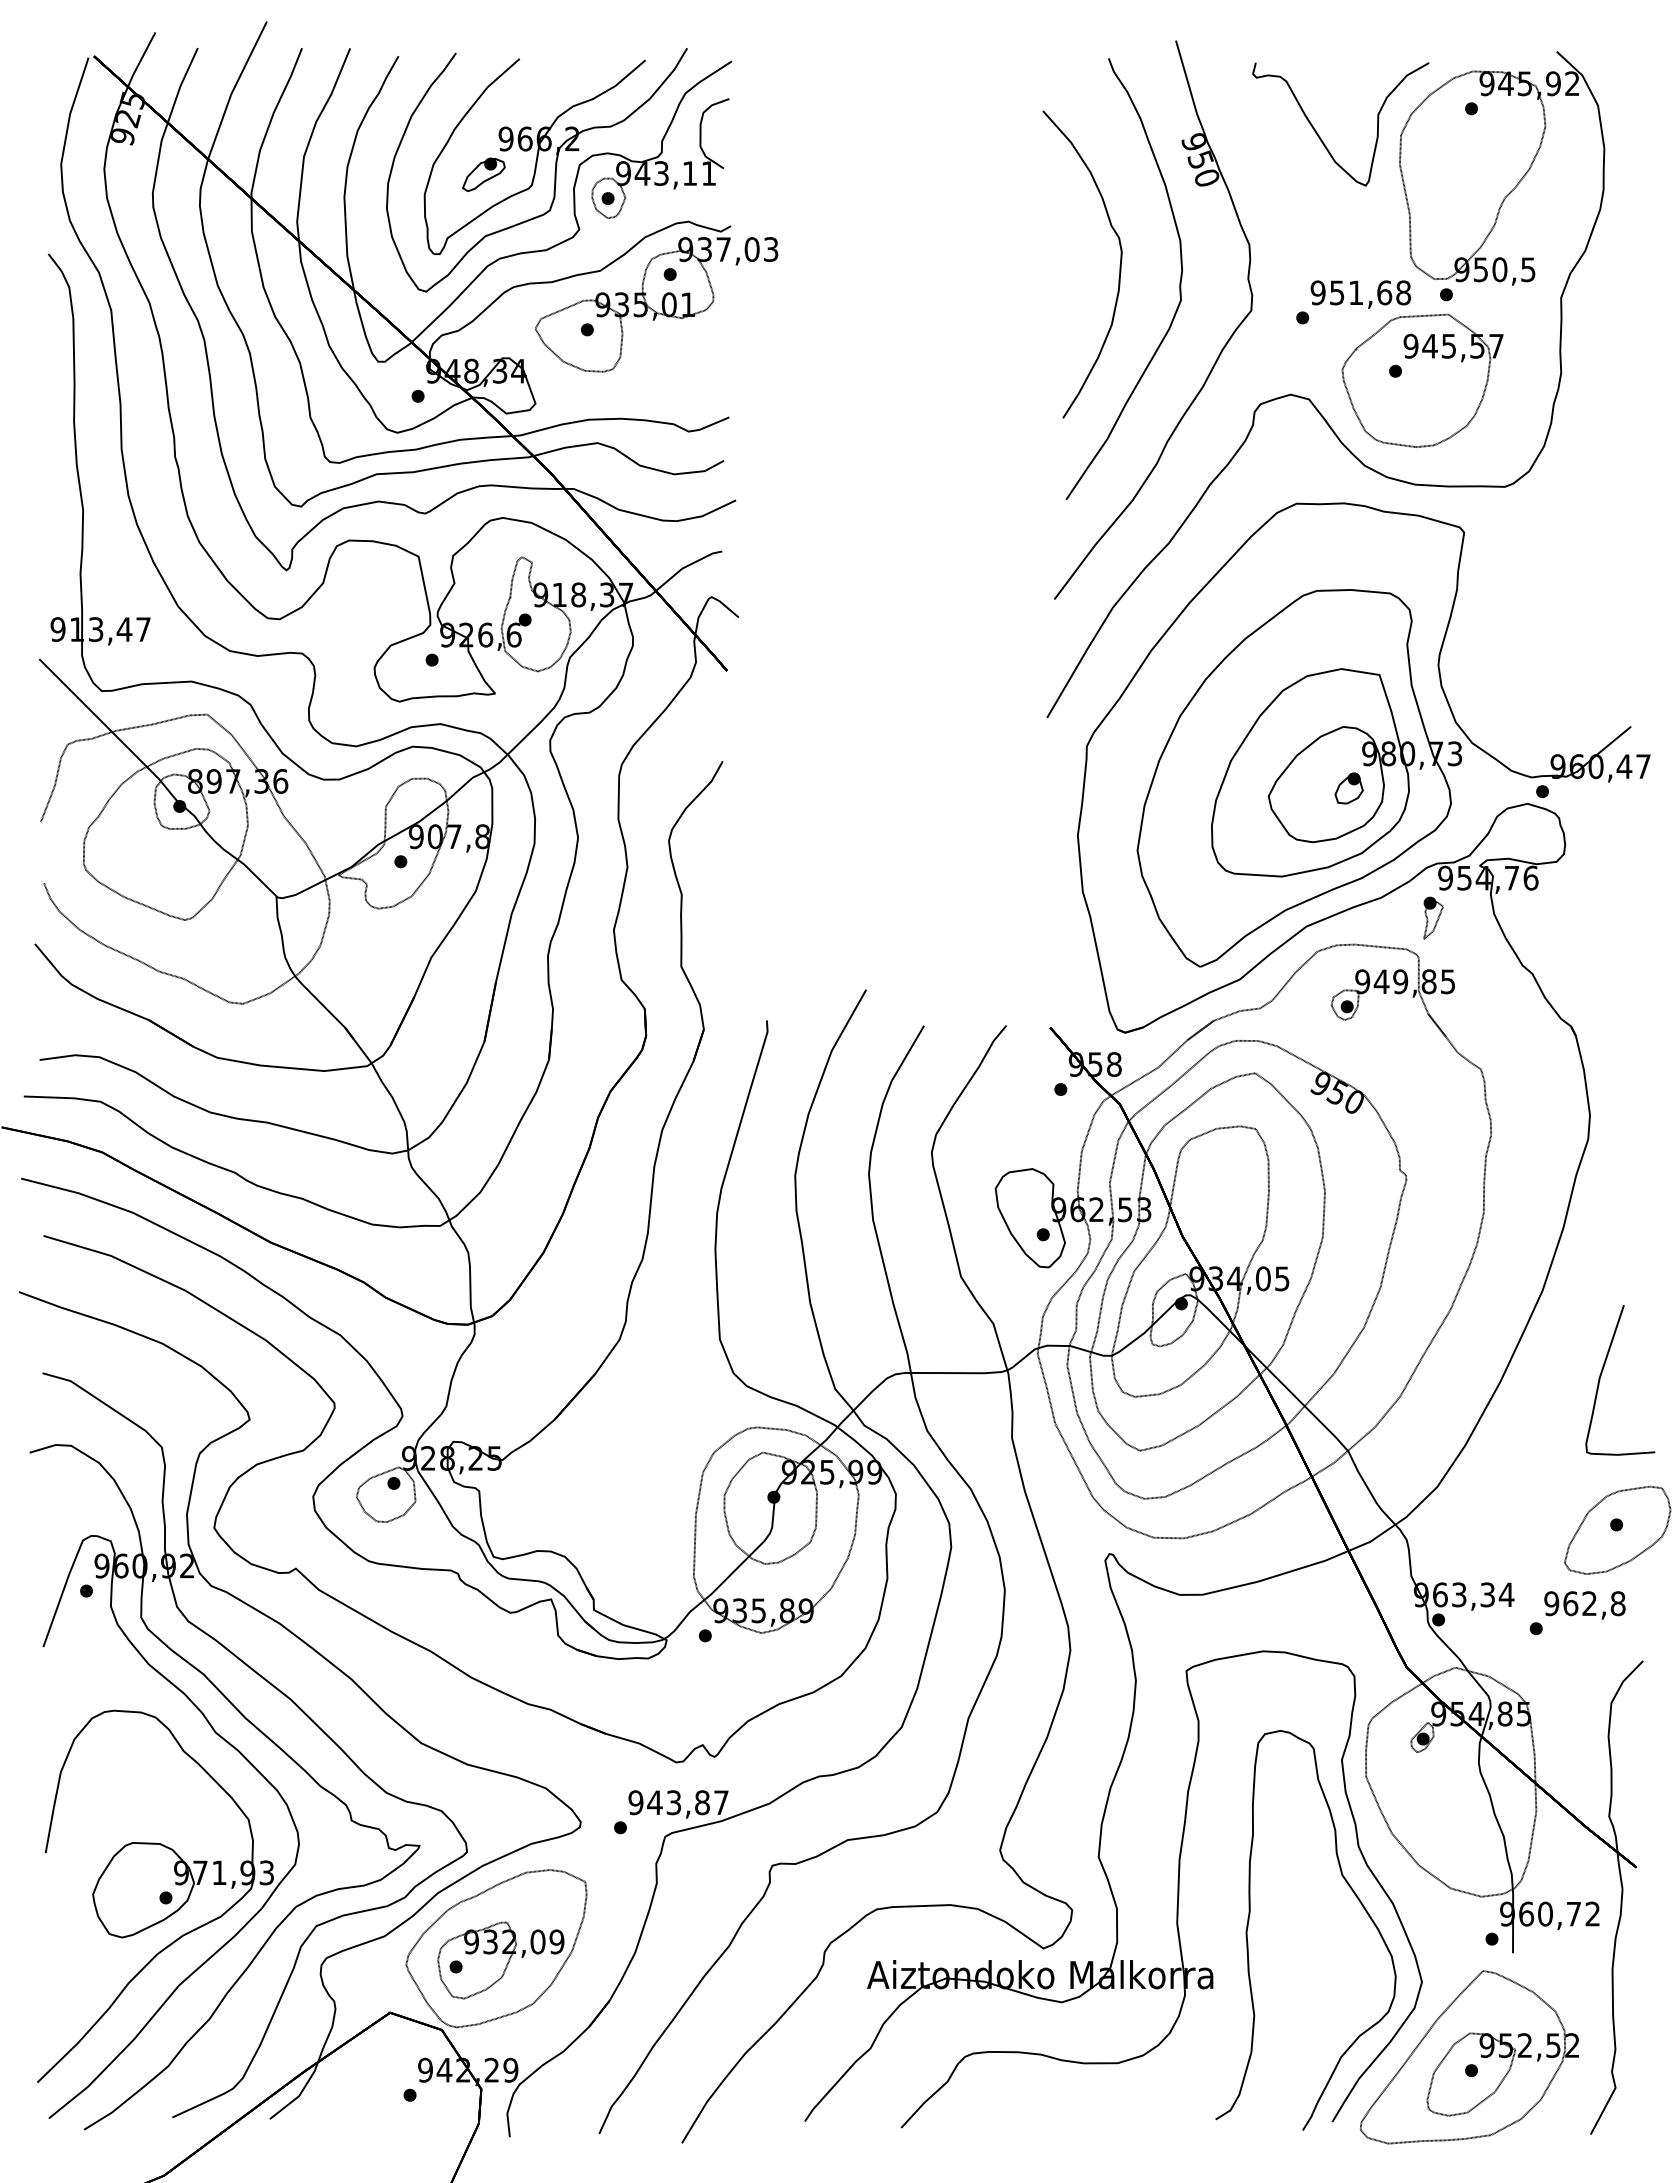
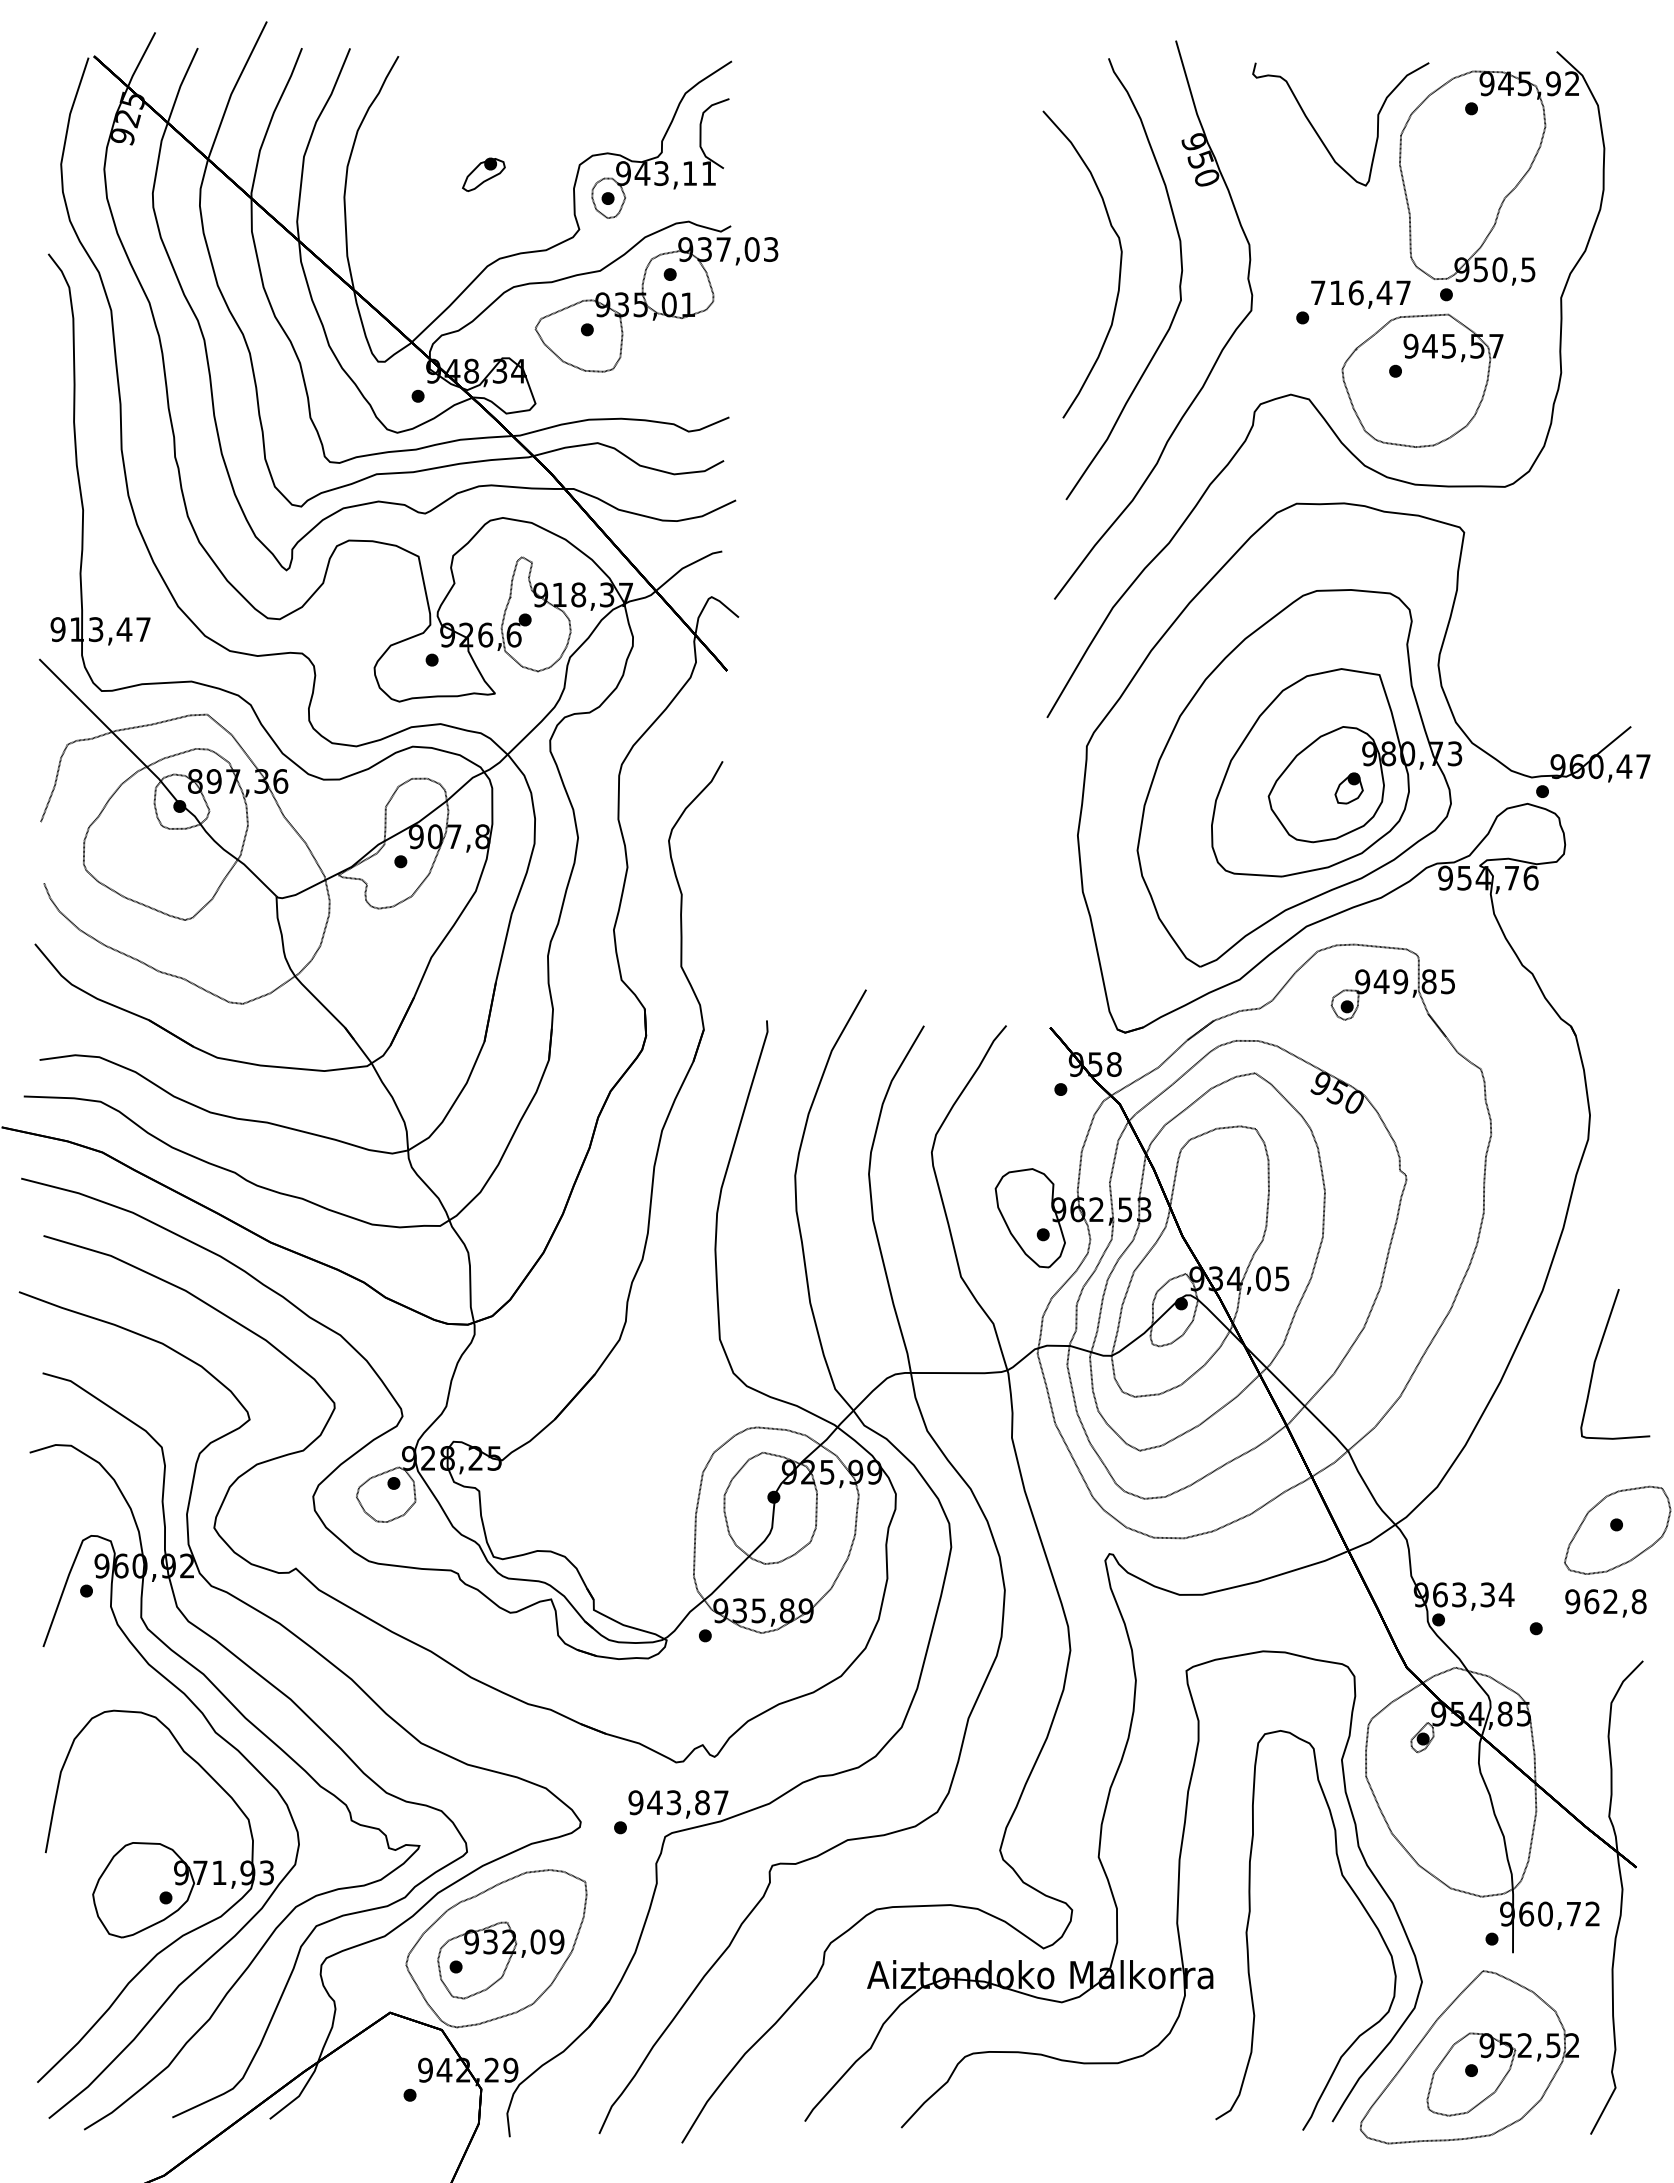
part at (536, 170): present -> none
text at (1360, 292): 951,68 -> 716,47
part at (1433, 917): present -> none
curve at (1602, 1373) position: (1602, 1373) -> (1597, 1357)
text at (1584, 1605) position: (1584, 1605) -> (1605, 1603)
